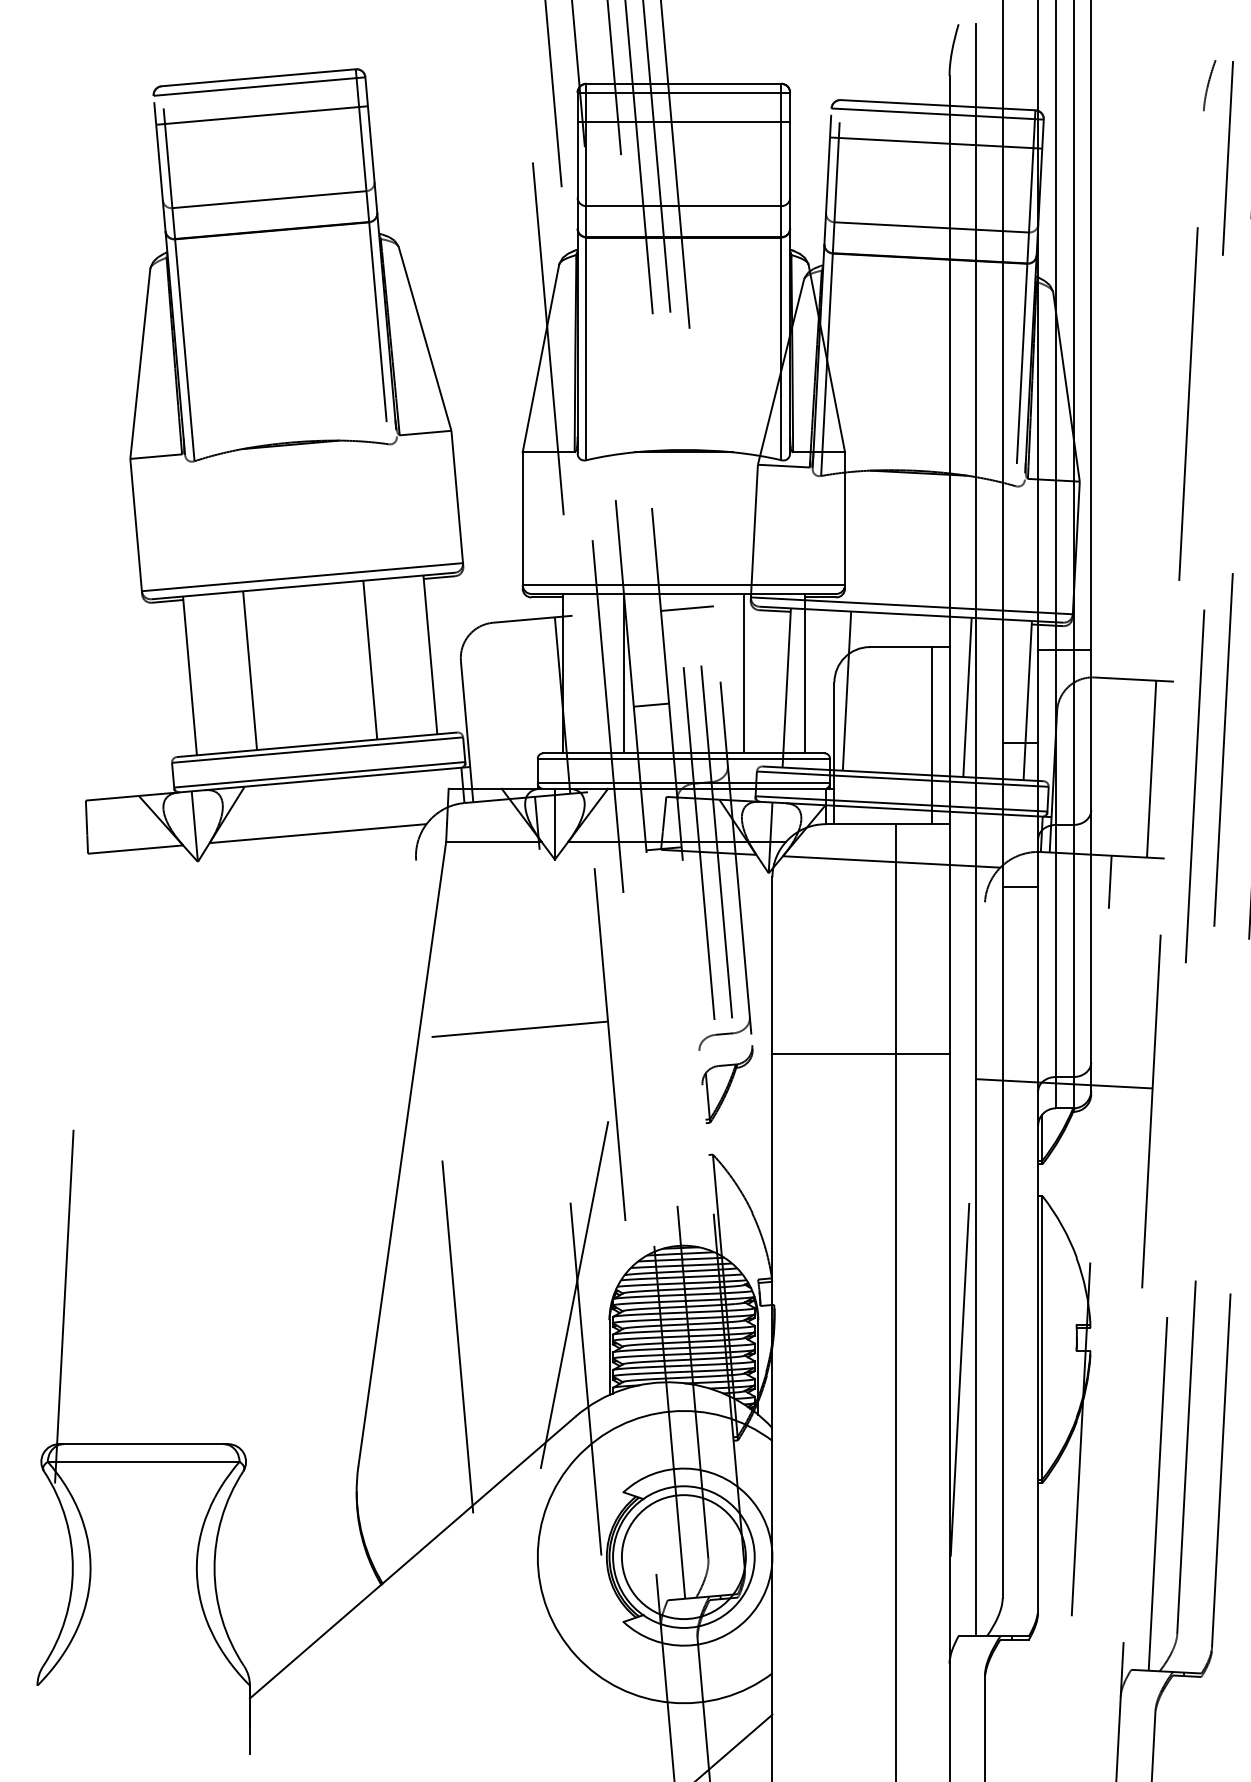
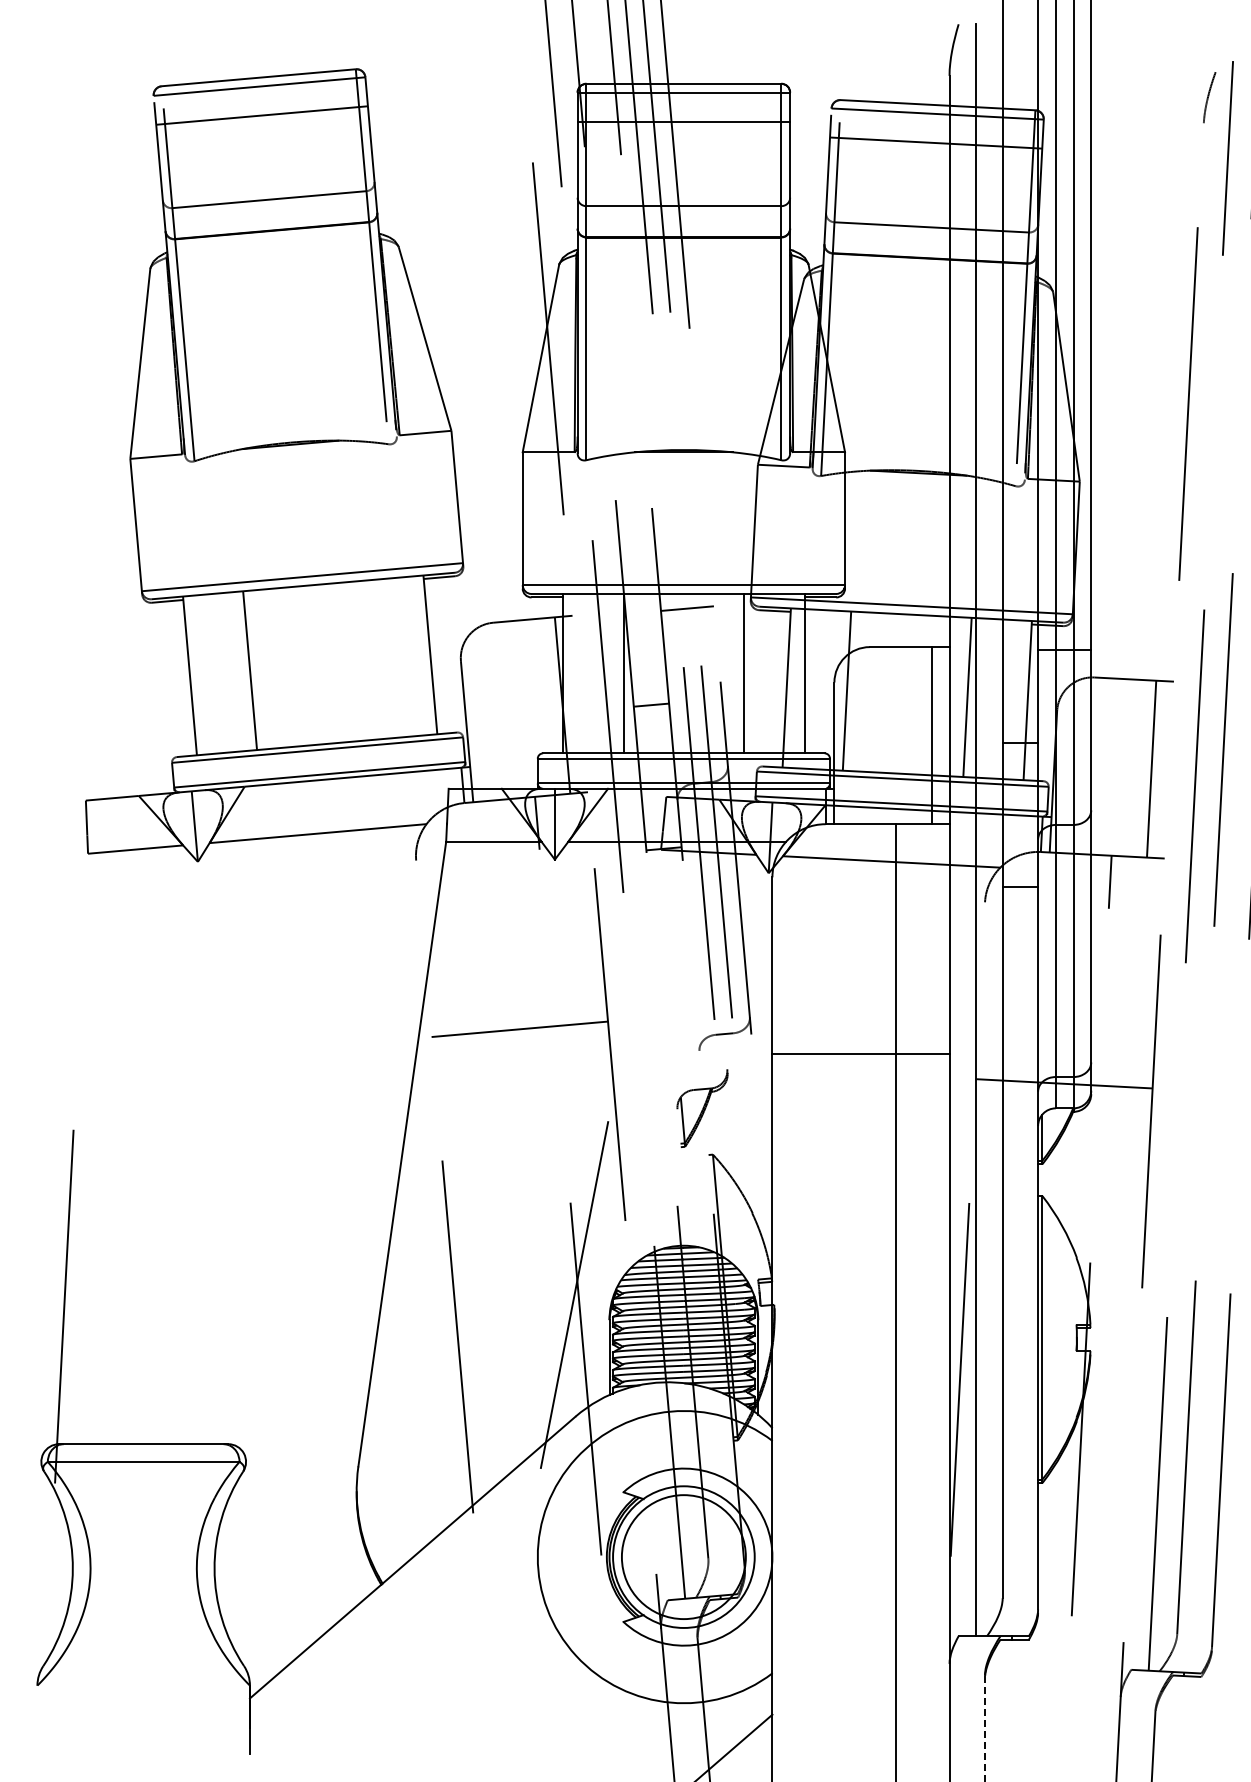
curve at (1209, 84) position: (1209, 84) -> (1209, 96)
line at (370, 659): present -> none
part at (727, 1084) position: (727, 1084) -> (702, 1108)
line at (984, 1728): solid -> dashed
